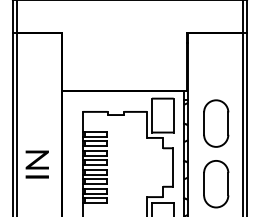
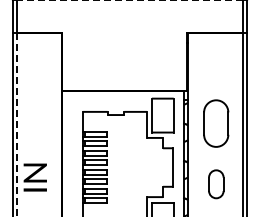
line at (129, 0): solid -> dashed
line at (17, 124): solid -> dashed
text at (36, 164) position: (36, 164) -> (34, 177)
part at (216, 184) size: 27x49 px -> 17x31 px
